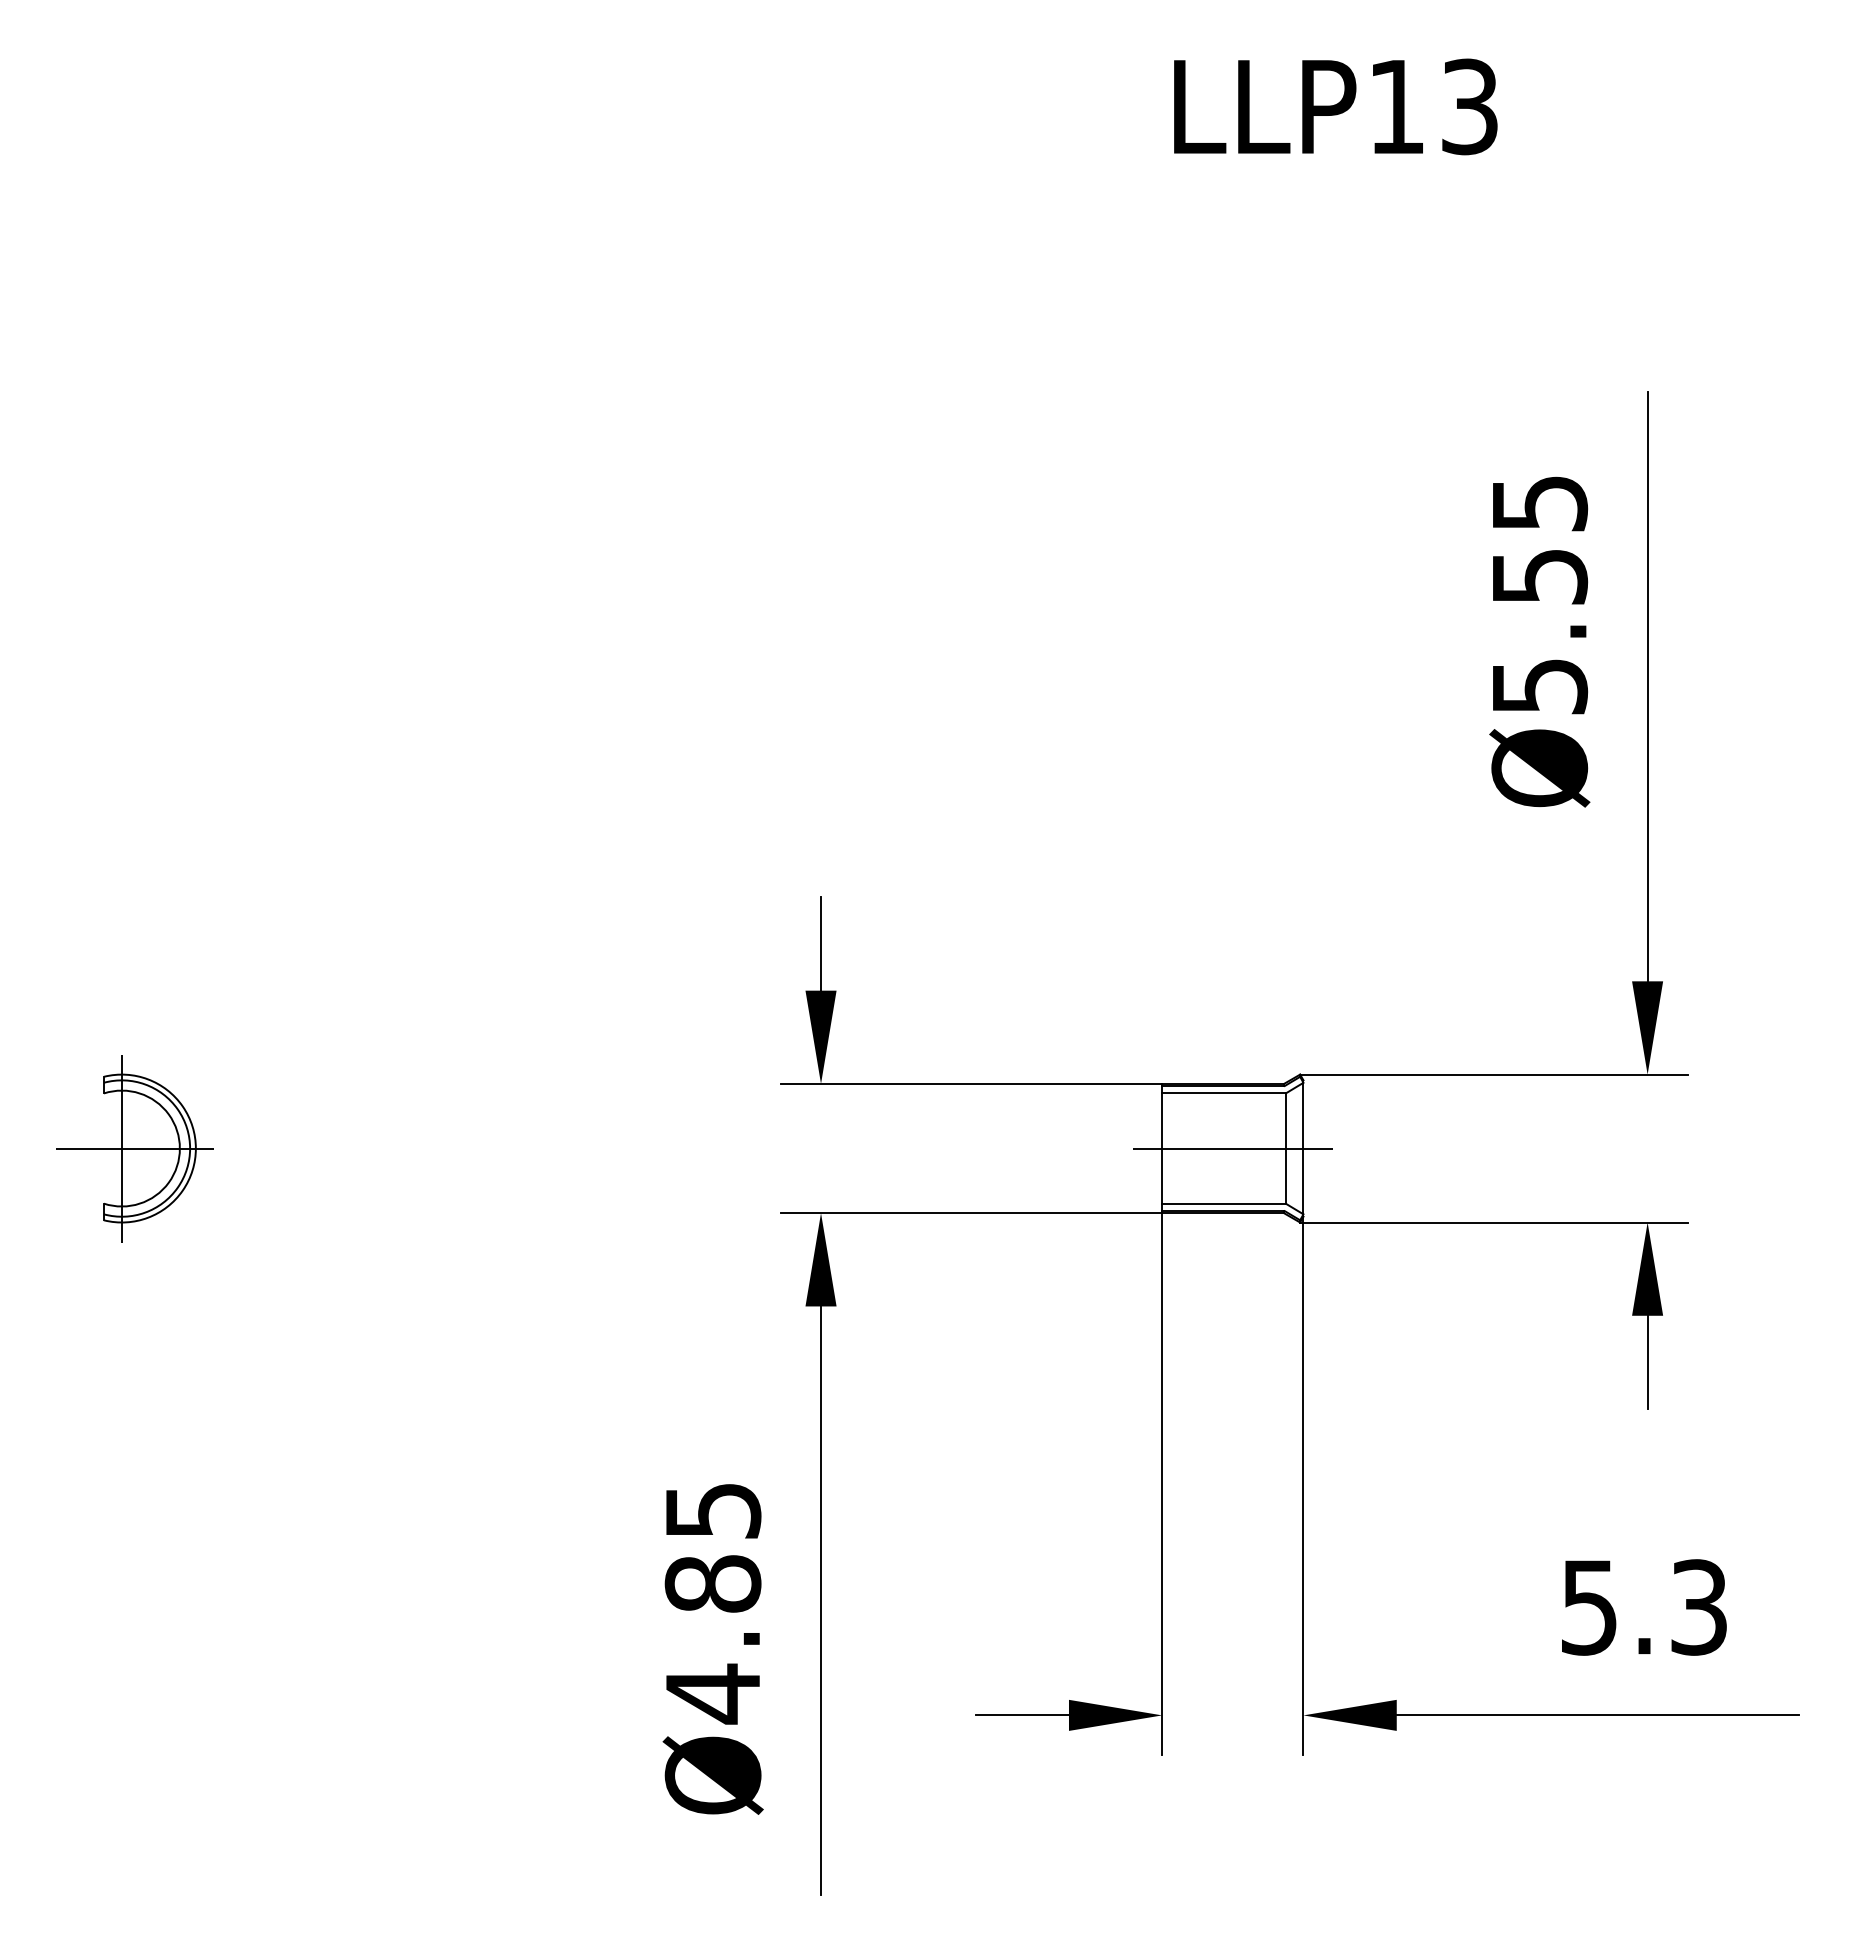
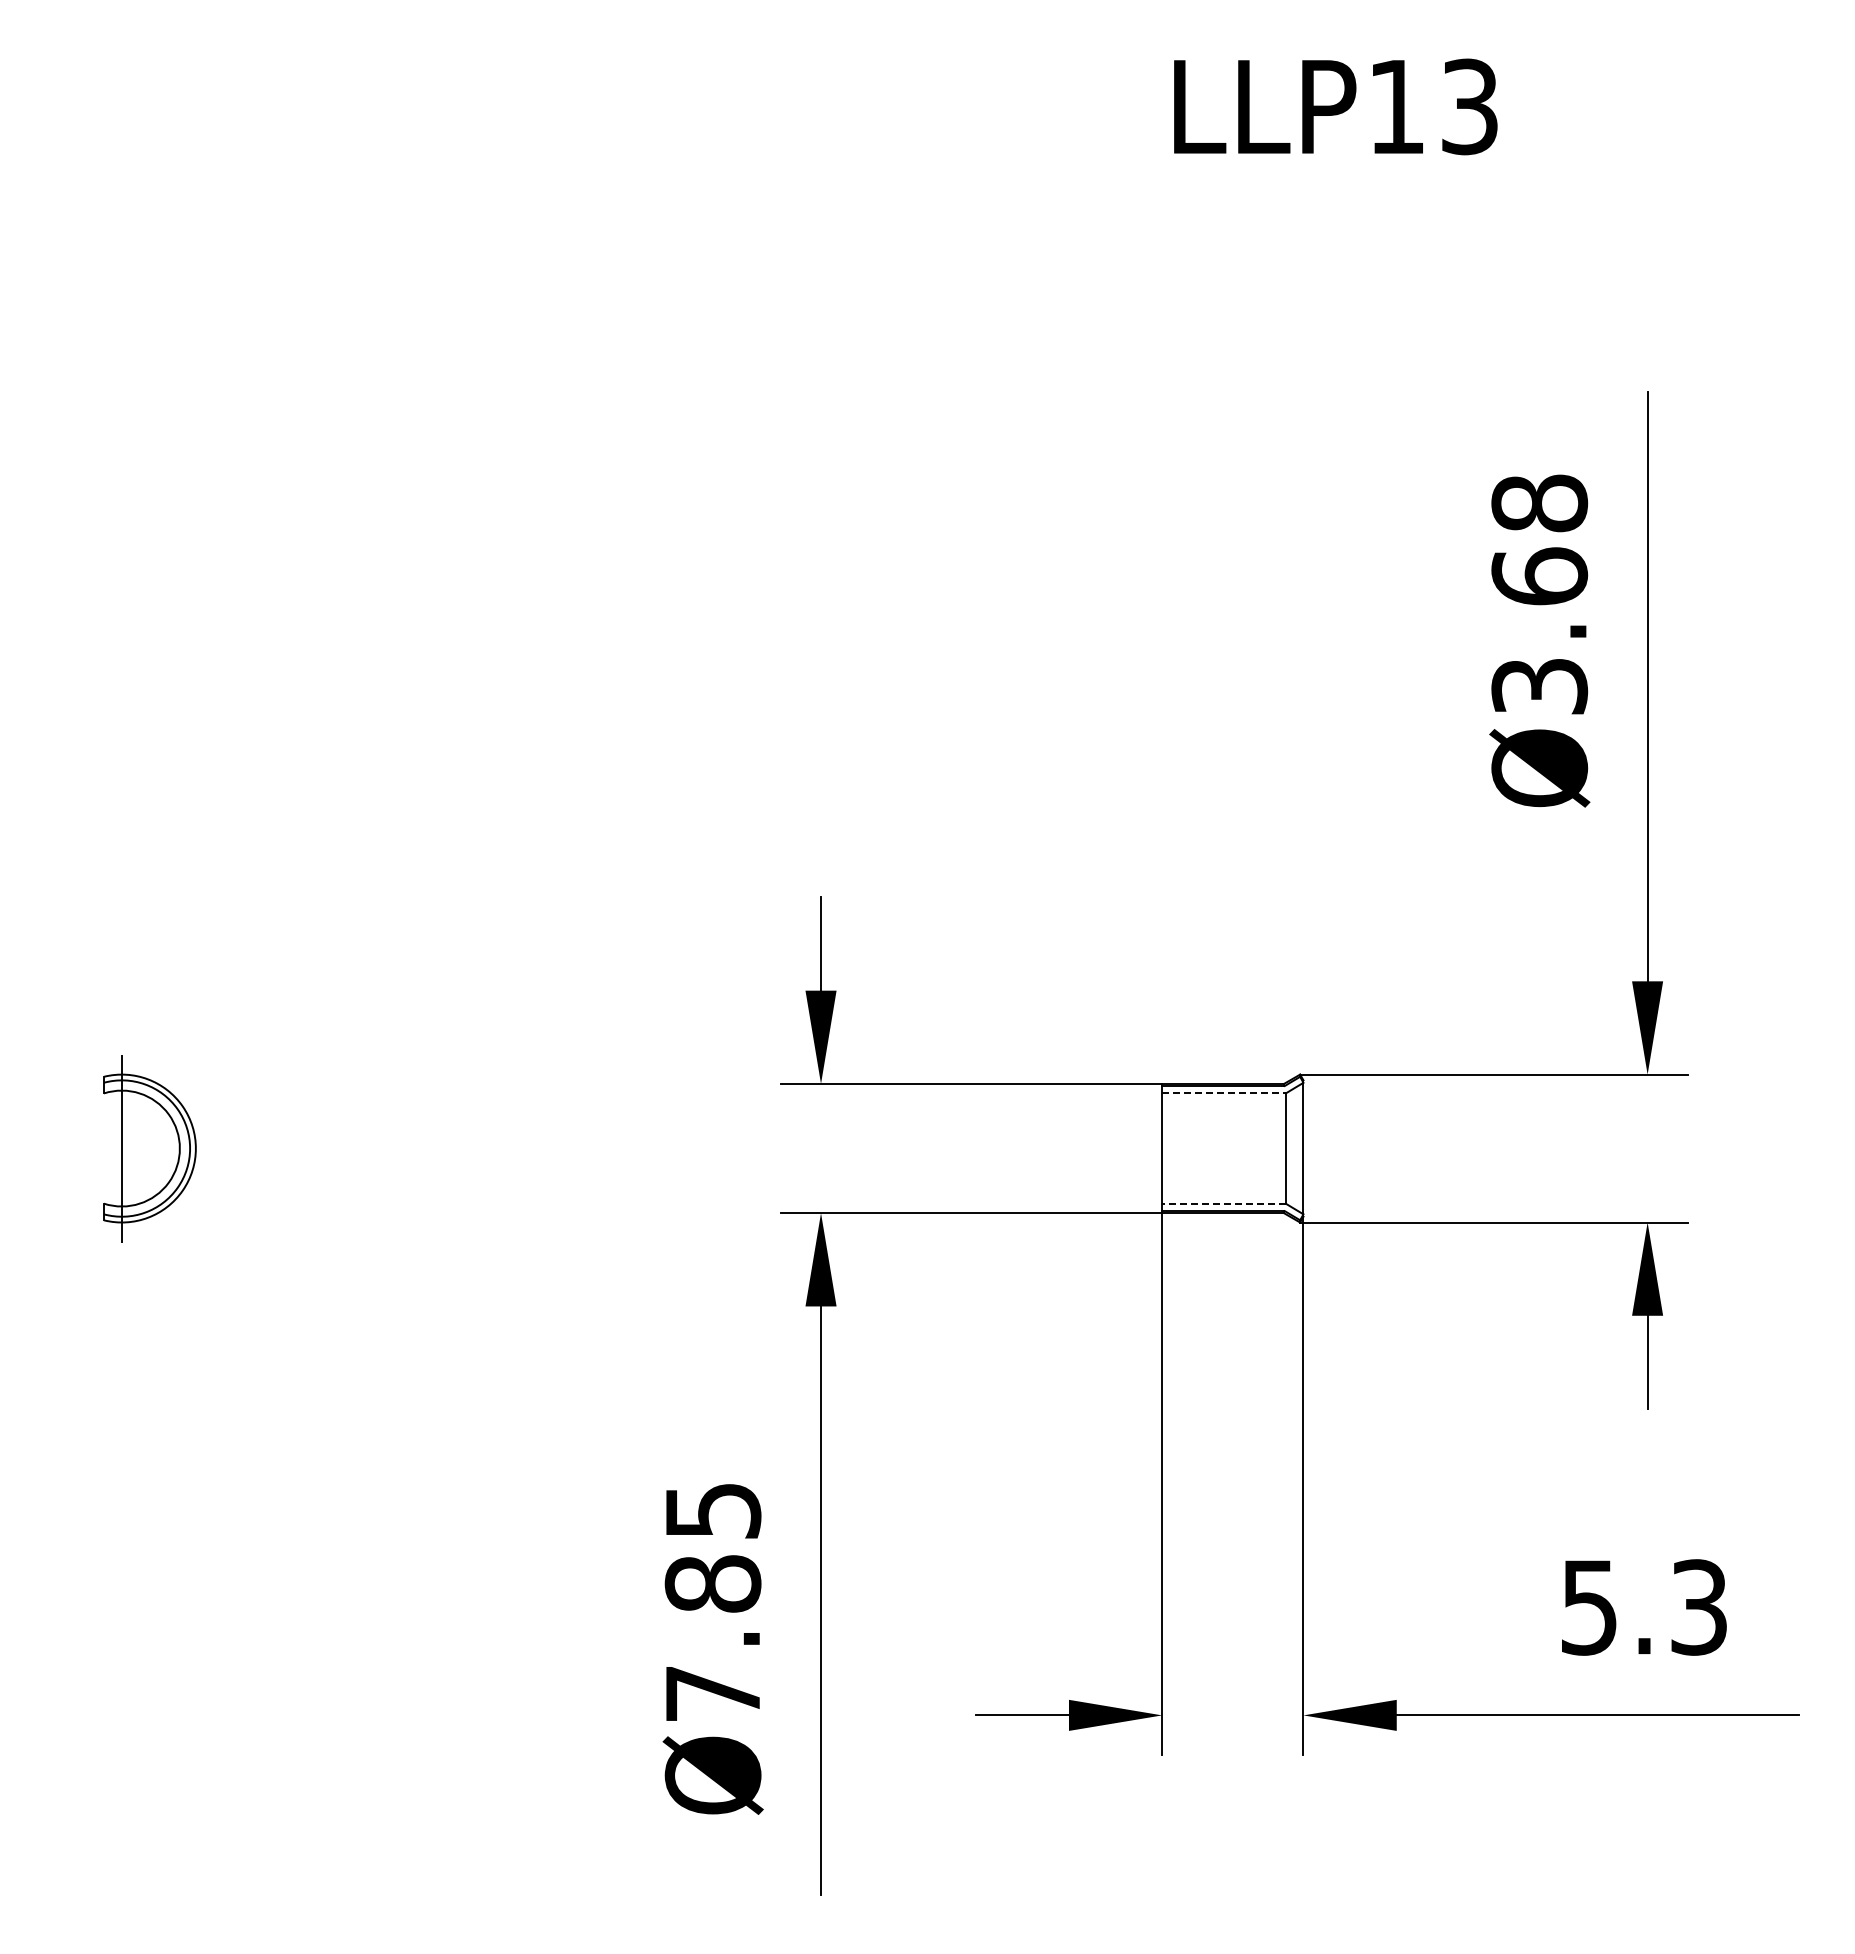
text at (1539, 594): Ø5.55 -> Ø3.68
line at (1224, 1093): solid -> dashed
line at (134, 1148): present -> none
line at (1232, 1148): present -> none
line at (1224, 1203): solid -> dashed
text at (712, 1693): Ø4.85 -> Ø7.85
